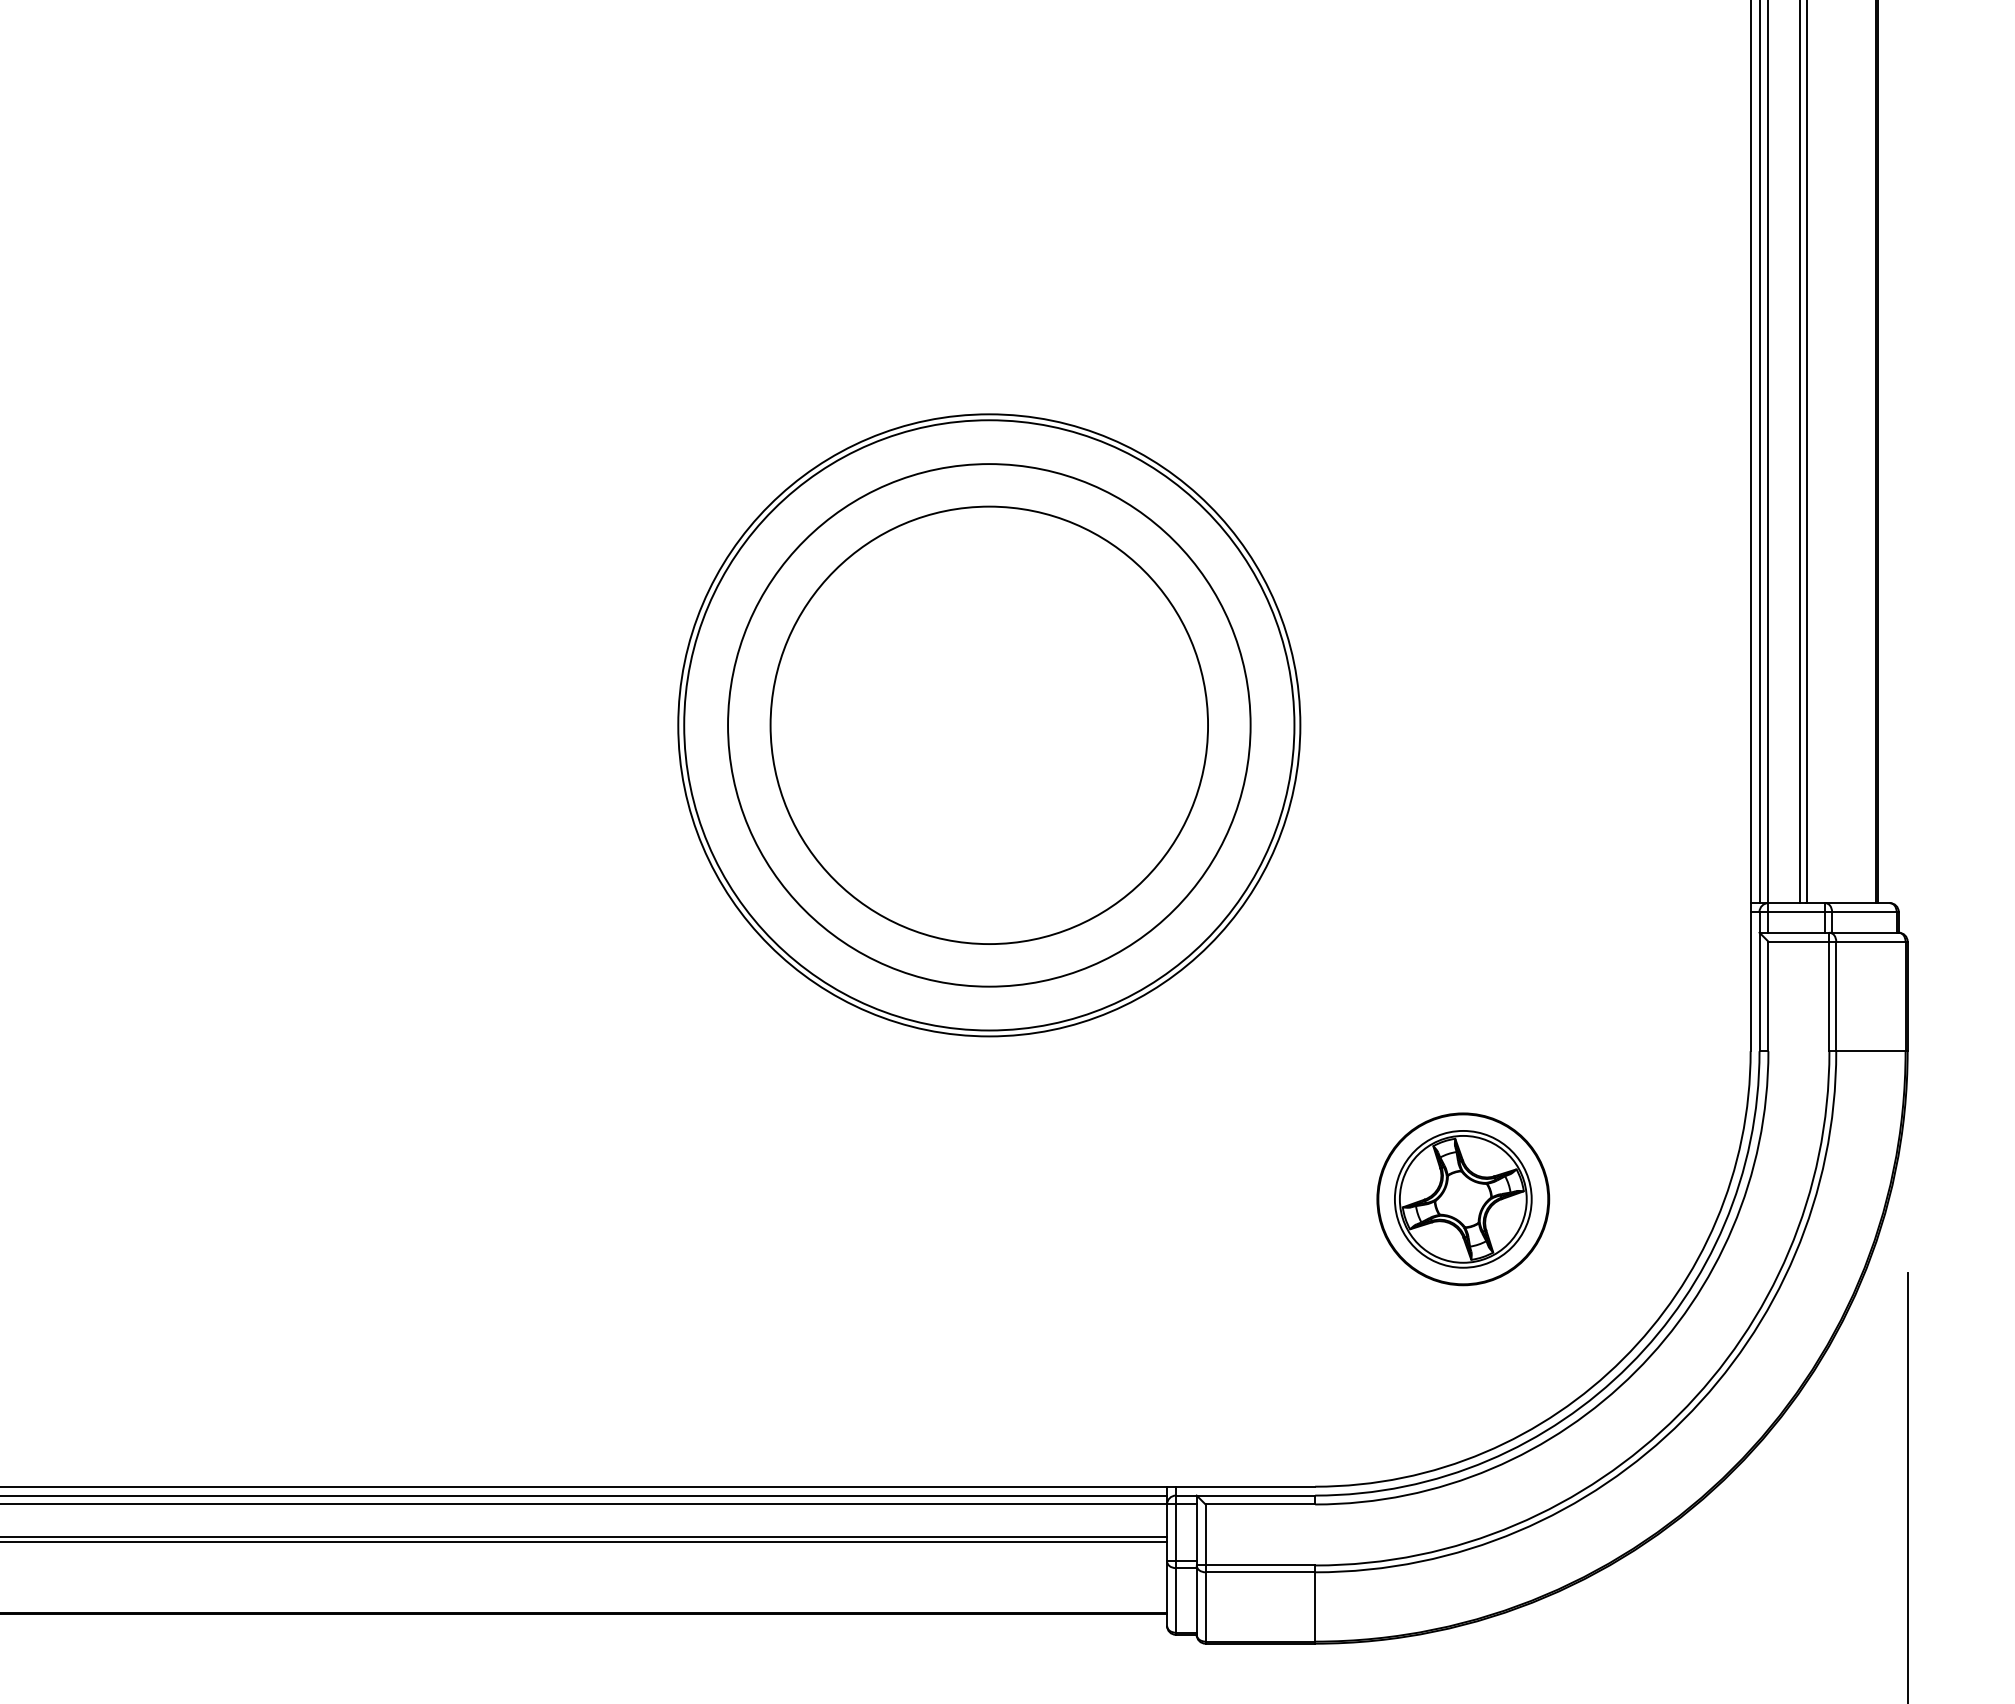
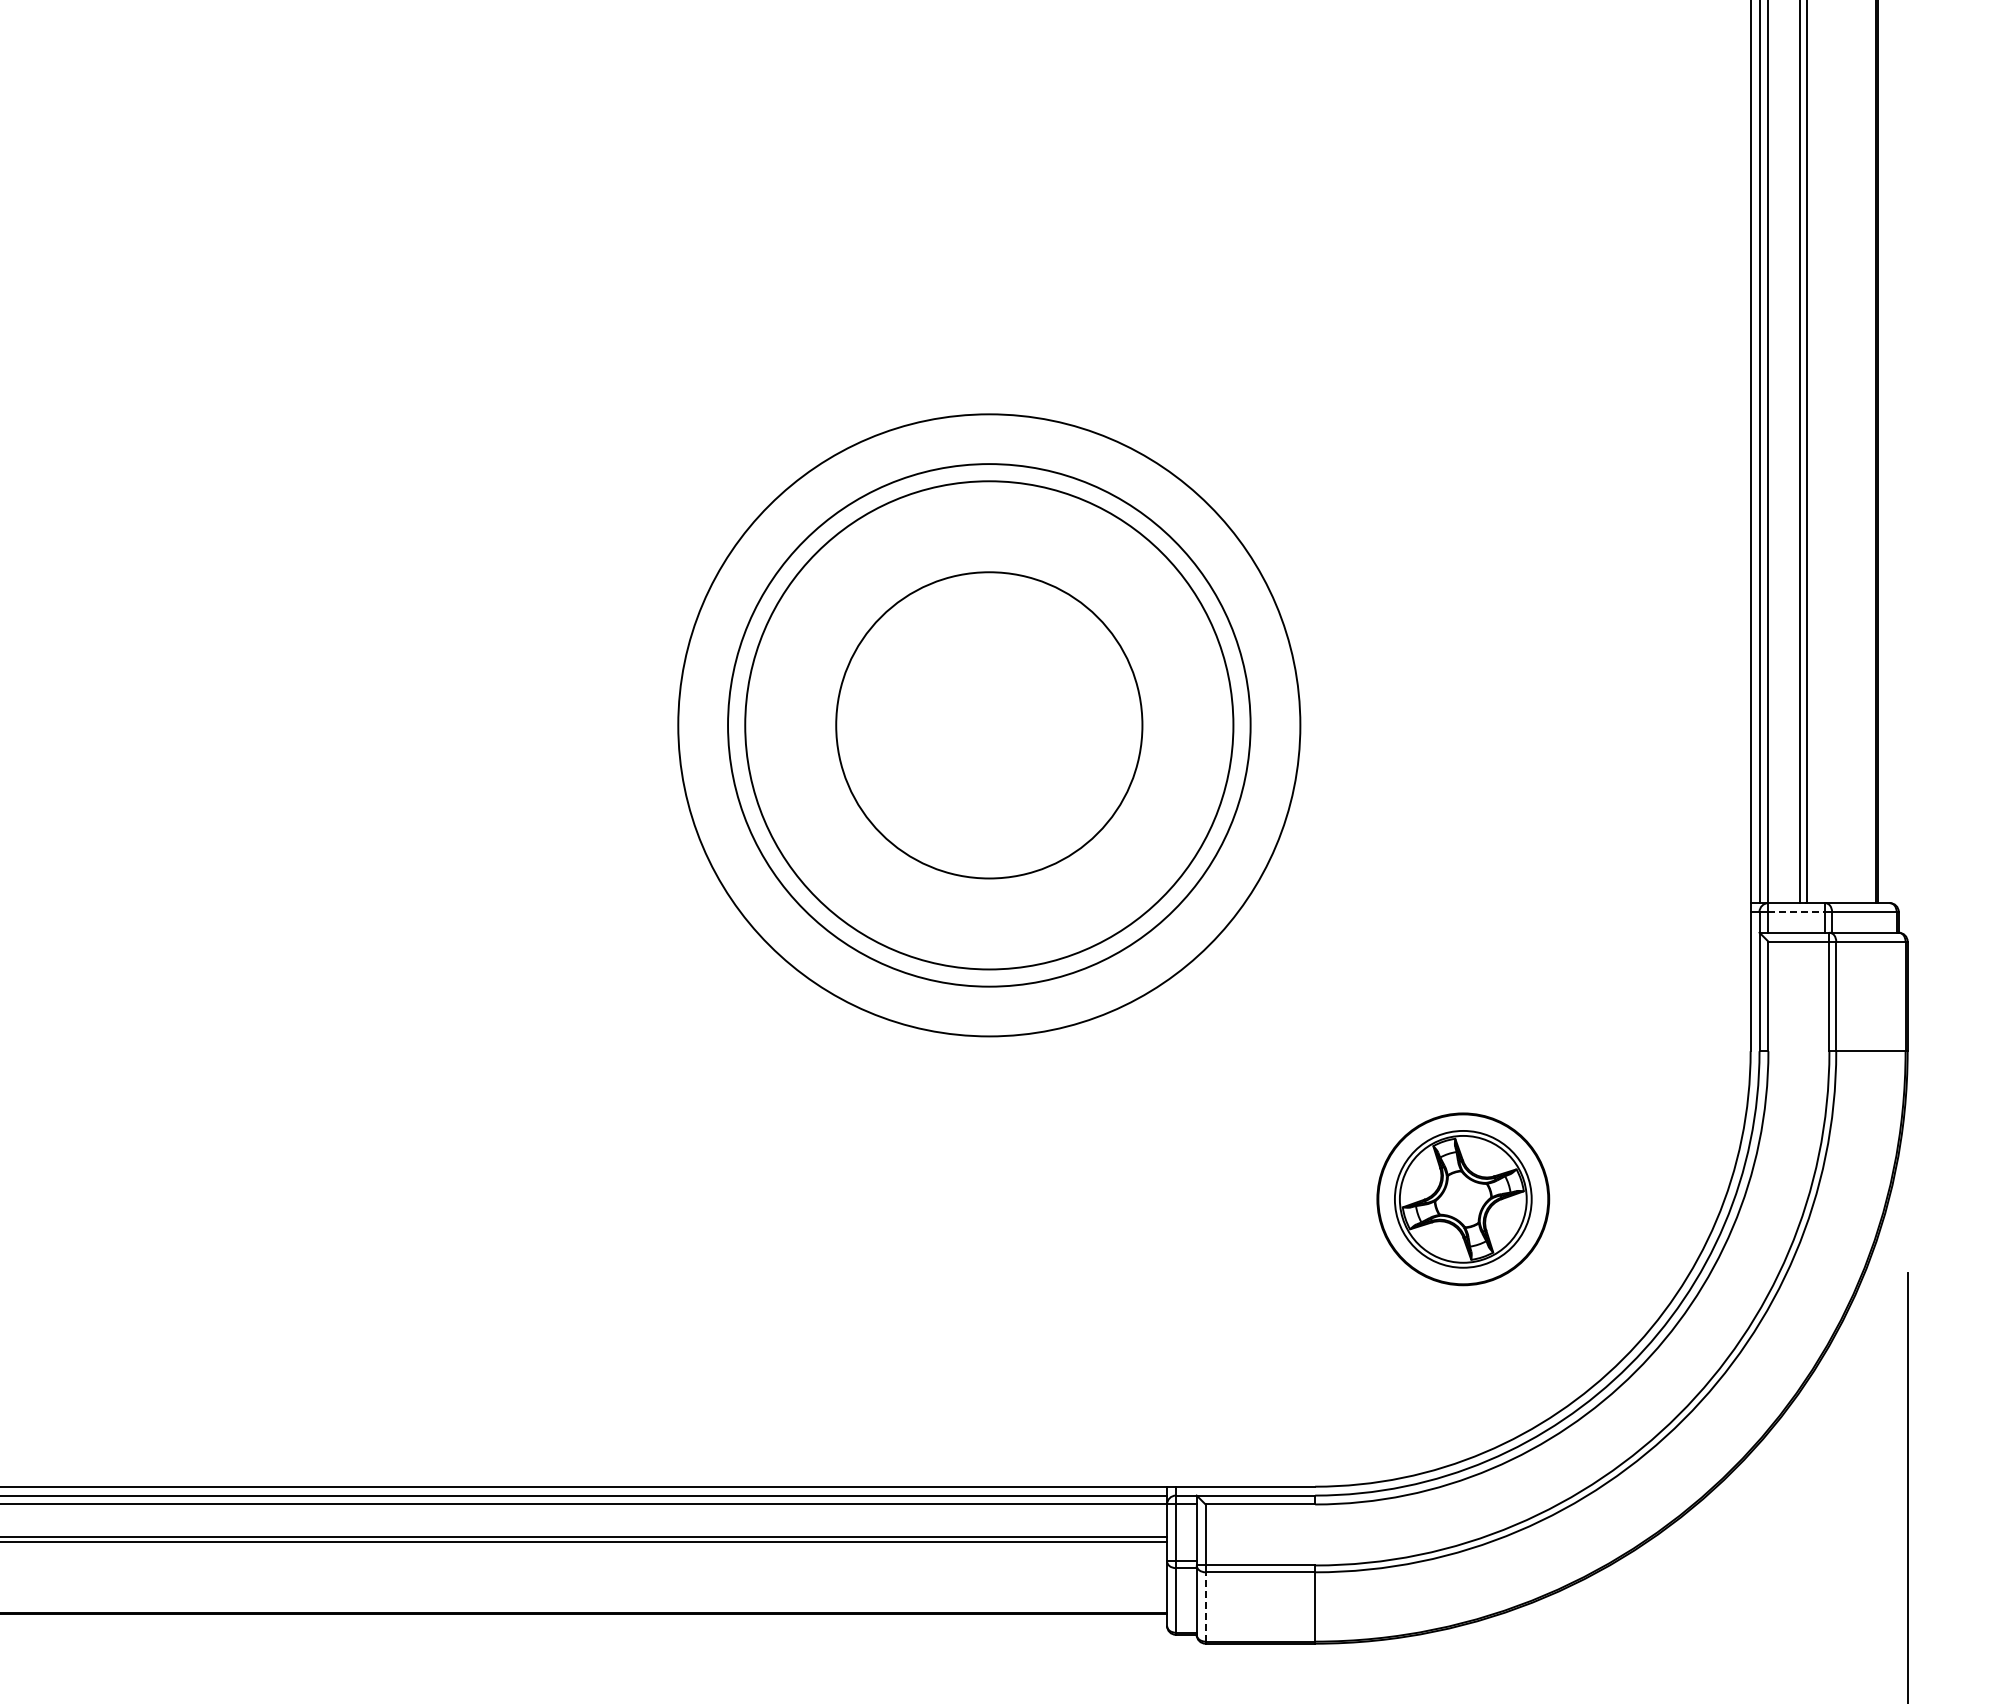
circle at (989, 725) diameter: 437 px -> 306 px
circle at (989, 725) diameter: 610 px -> 488 px
line at (1797, 912): solid -> dashed
line at (1205, 1606): solid -> dashed
